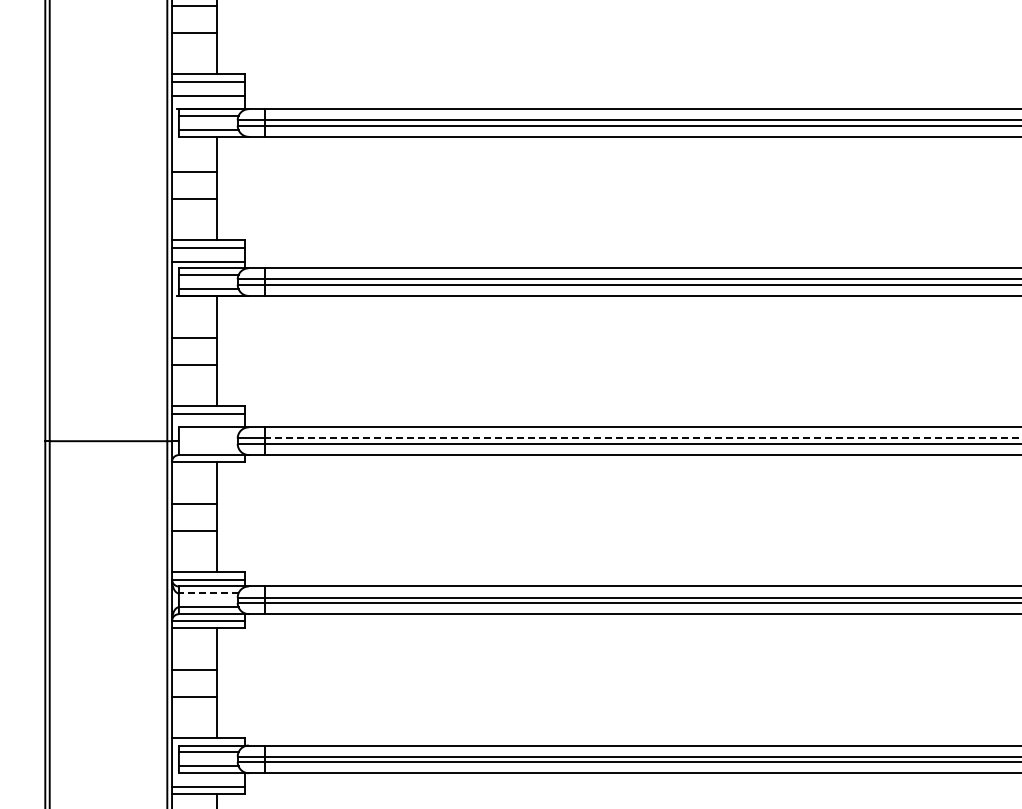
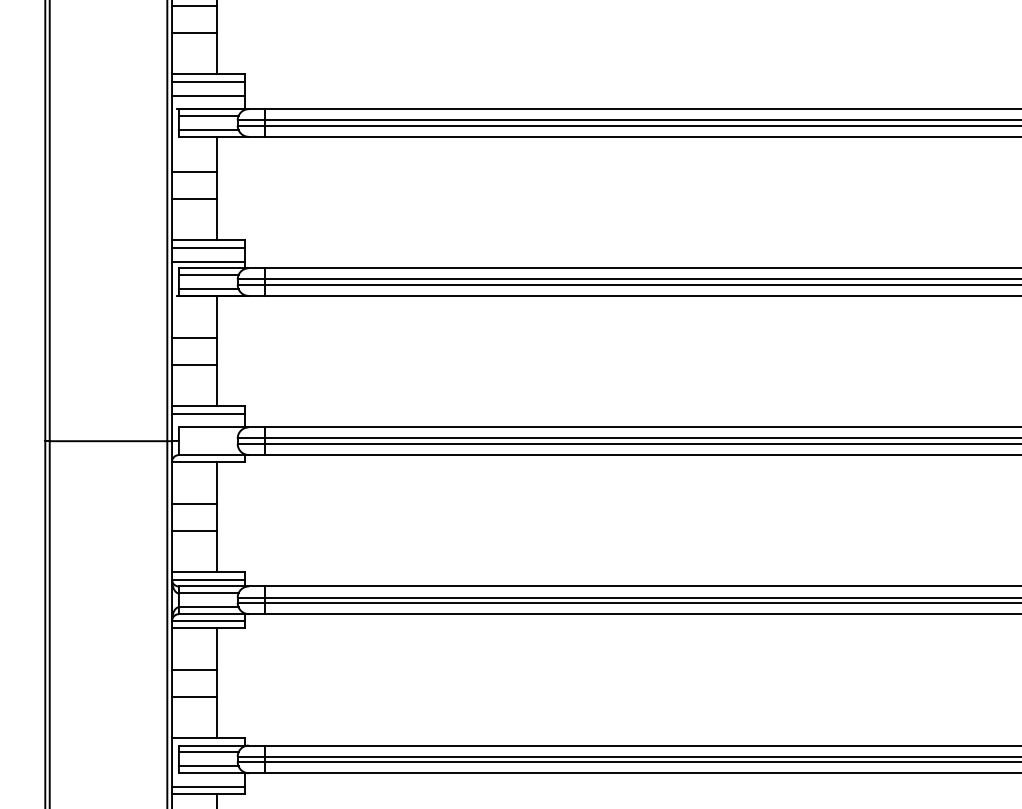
line at (643, 438): dashed -> solid
line at (208, 593): dashed -> solid
